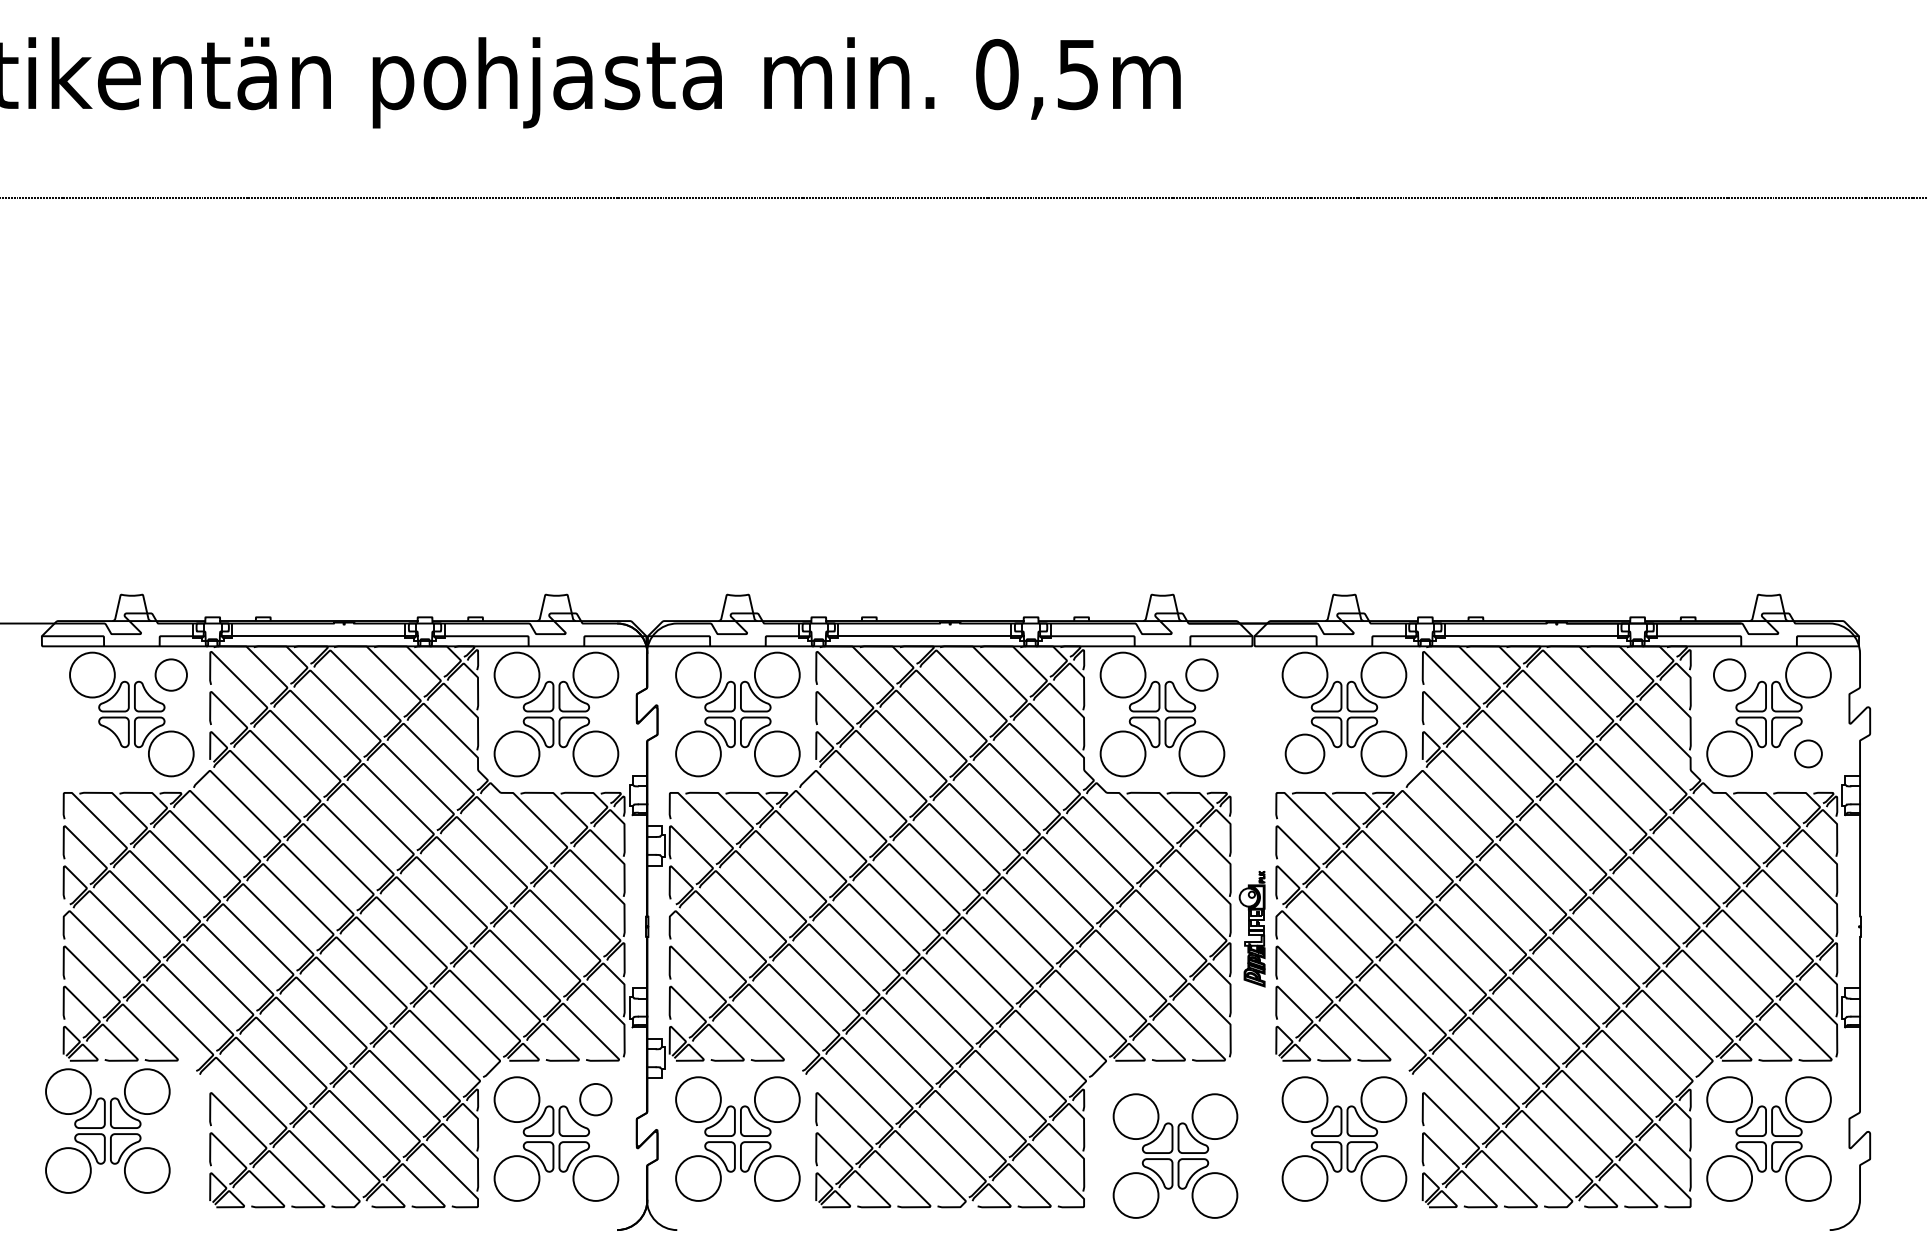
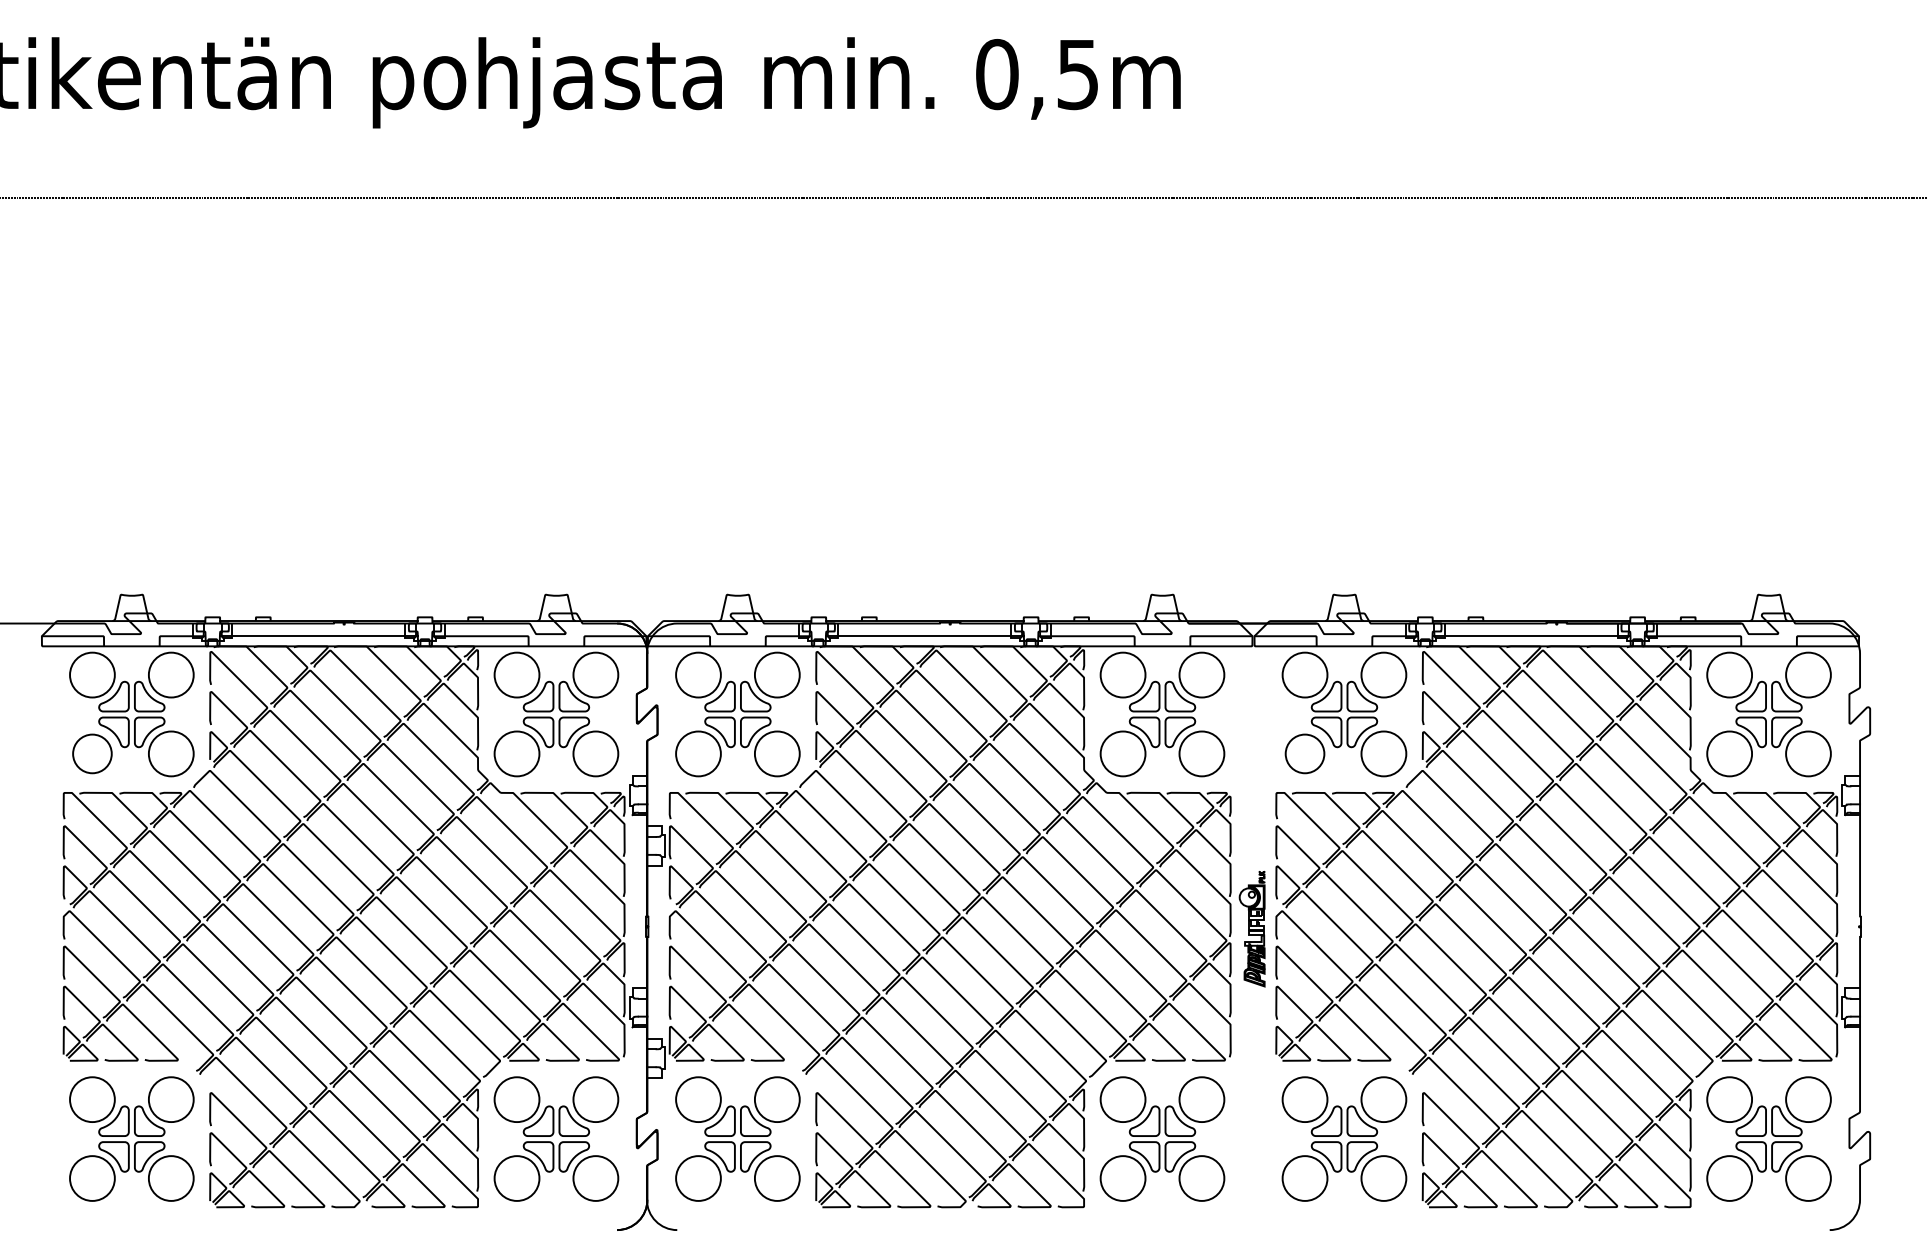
circle at (170, 674) diameter: 31 px -> 45 px
circle at (1201, 674) diameter: 31 px -> 45 px
circle at (1729, 674) diameter: 31 px -> 45 px
circle at (92, 753): none -> present
circle at (1808, 753) diameter: 27 px -> 45 px
circle at (595, 1099) diameter: 31 px -> 45 px
part at (107, 1130) position: (107, 1130) -> (131, 1138)
part at (1175, 1155) position: (1175, 1155) -> (1162, 1138)
